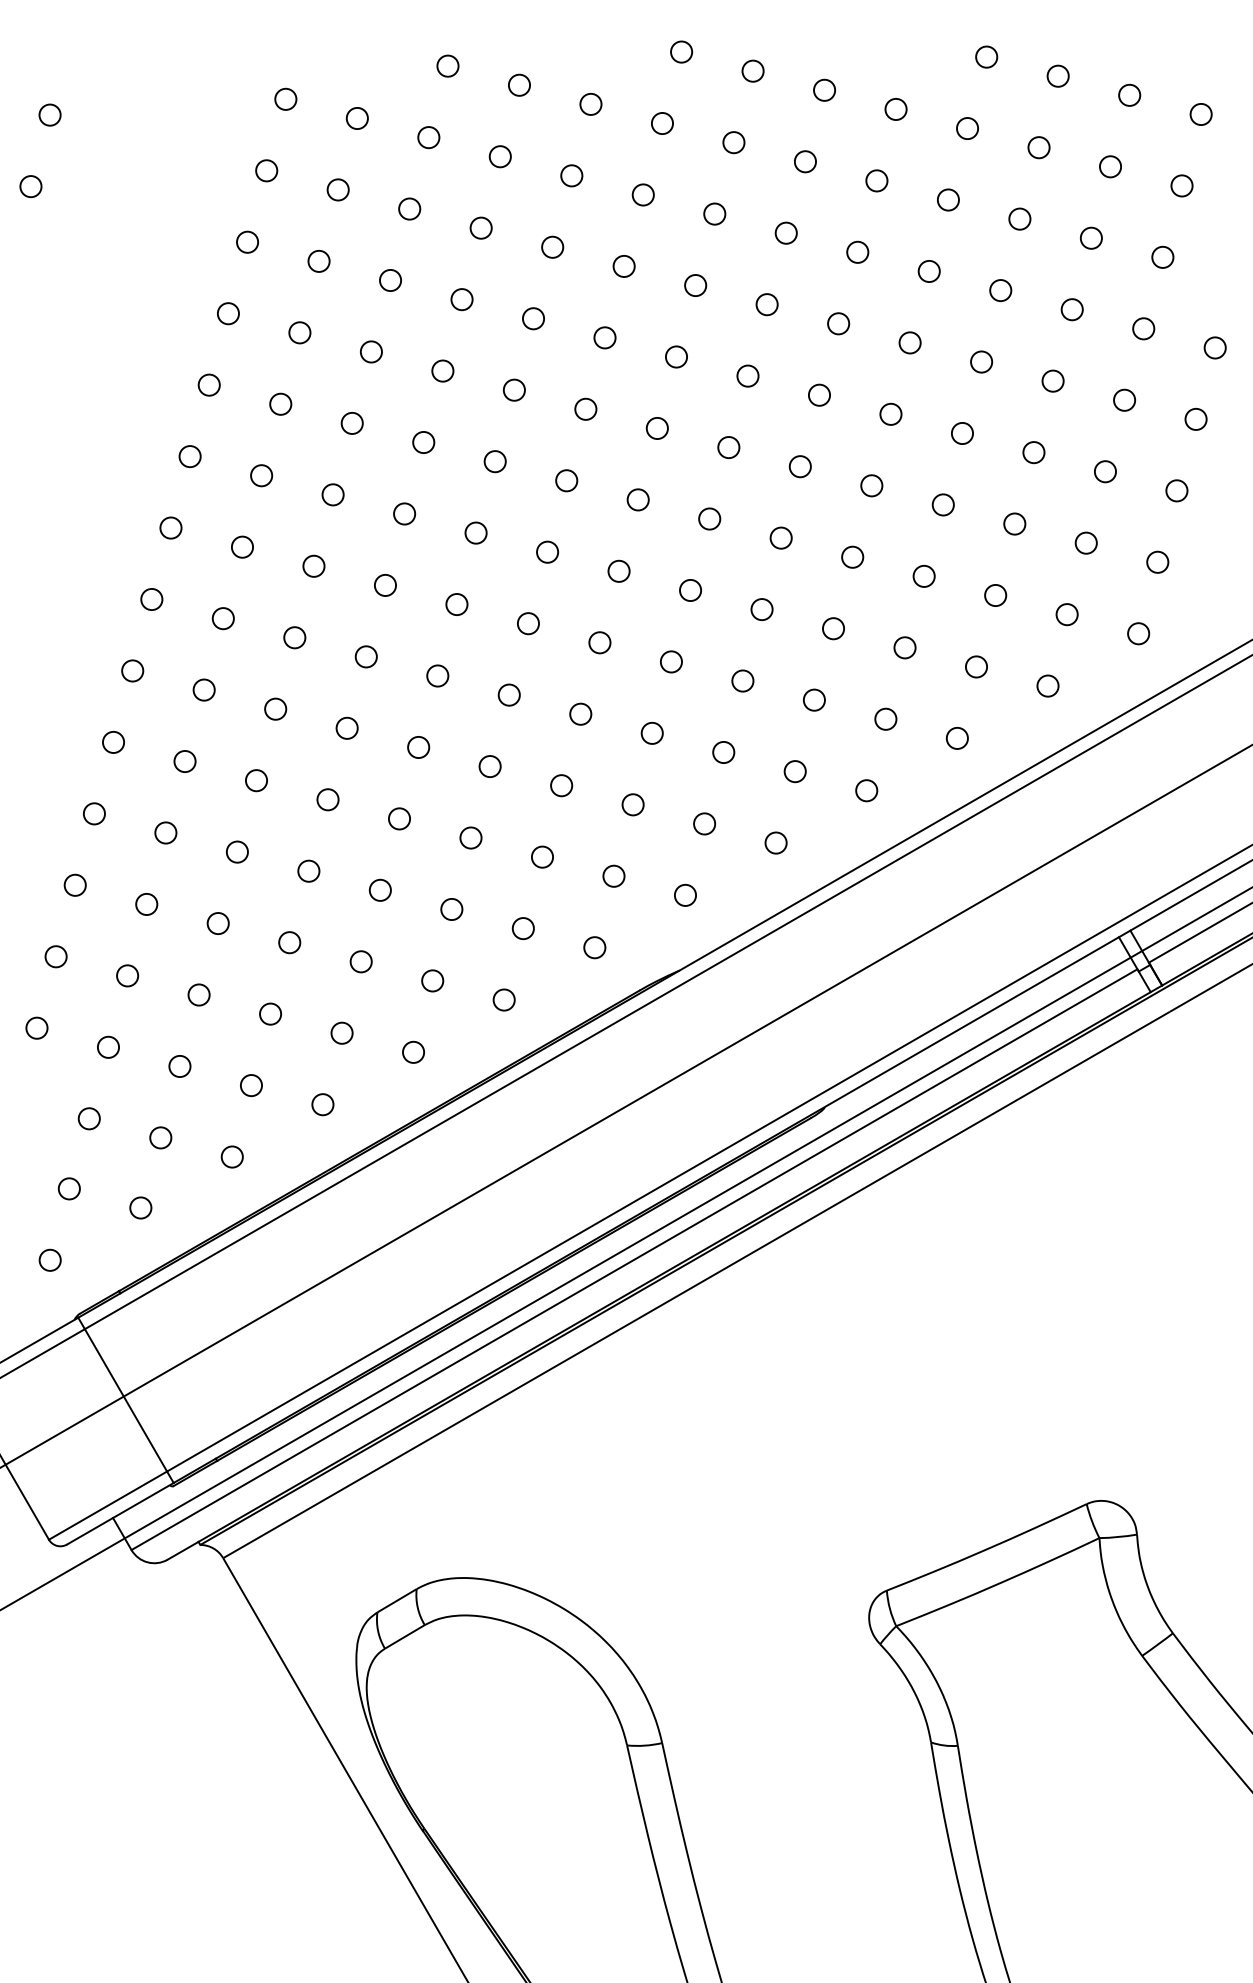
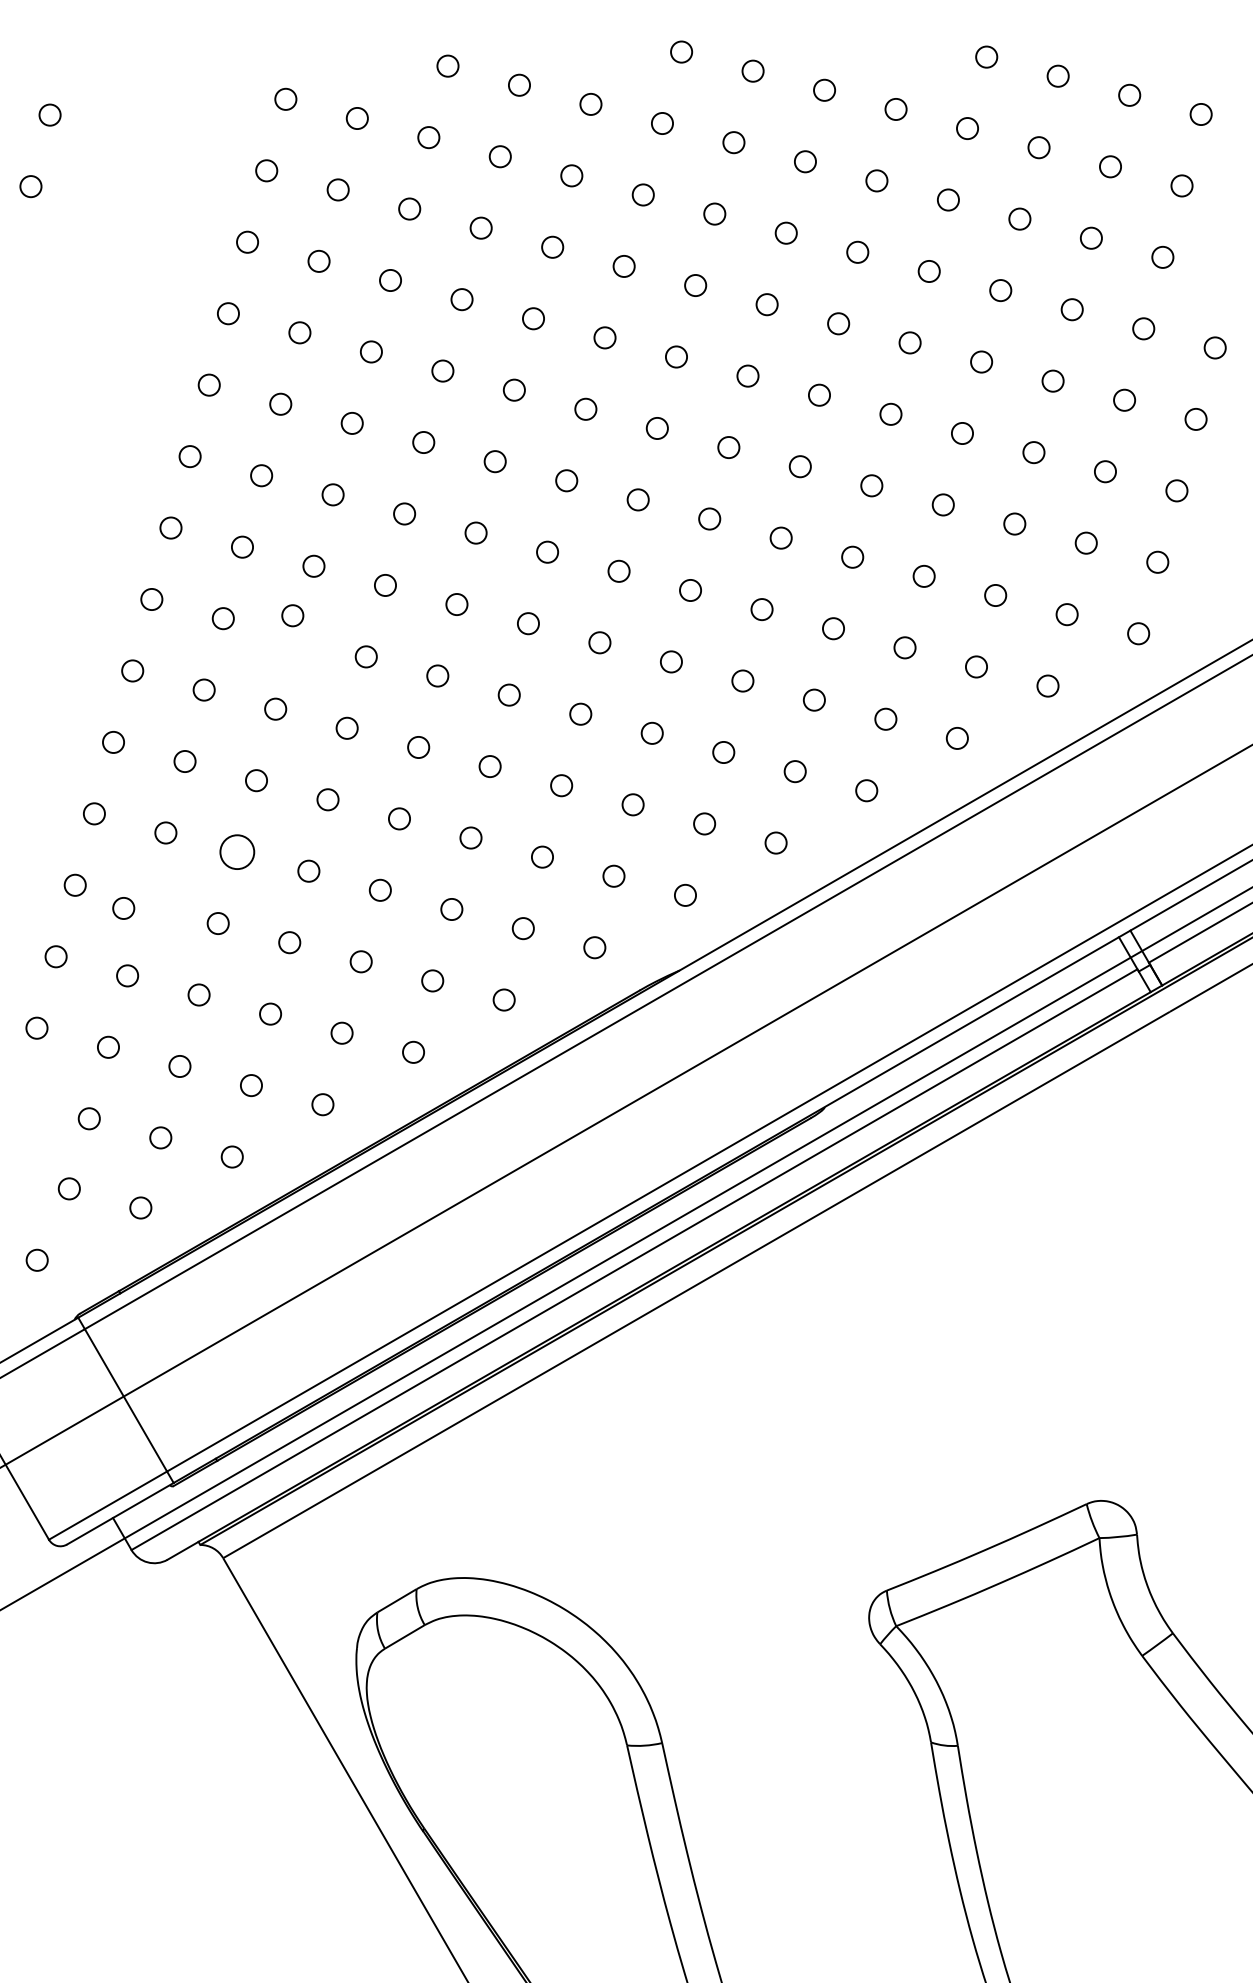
circle at (294, 637) position: (294, 637) -> (292, 615)
circle at (237, 851) size: 23x24 px -> 37x36 px
circle at (146, 904) position: (146, 904) -> (123, 908)
circle at (49, 1259) position: (49, 1259) -> (36, 1259)
